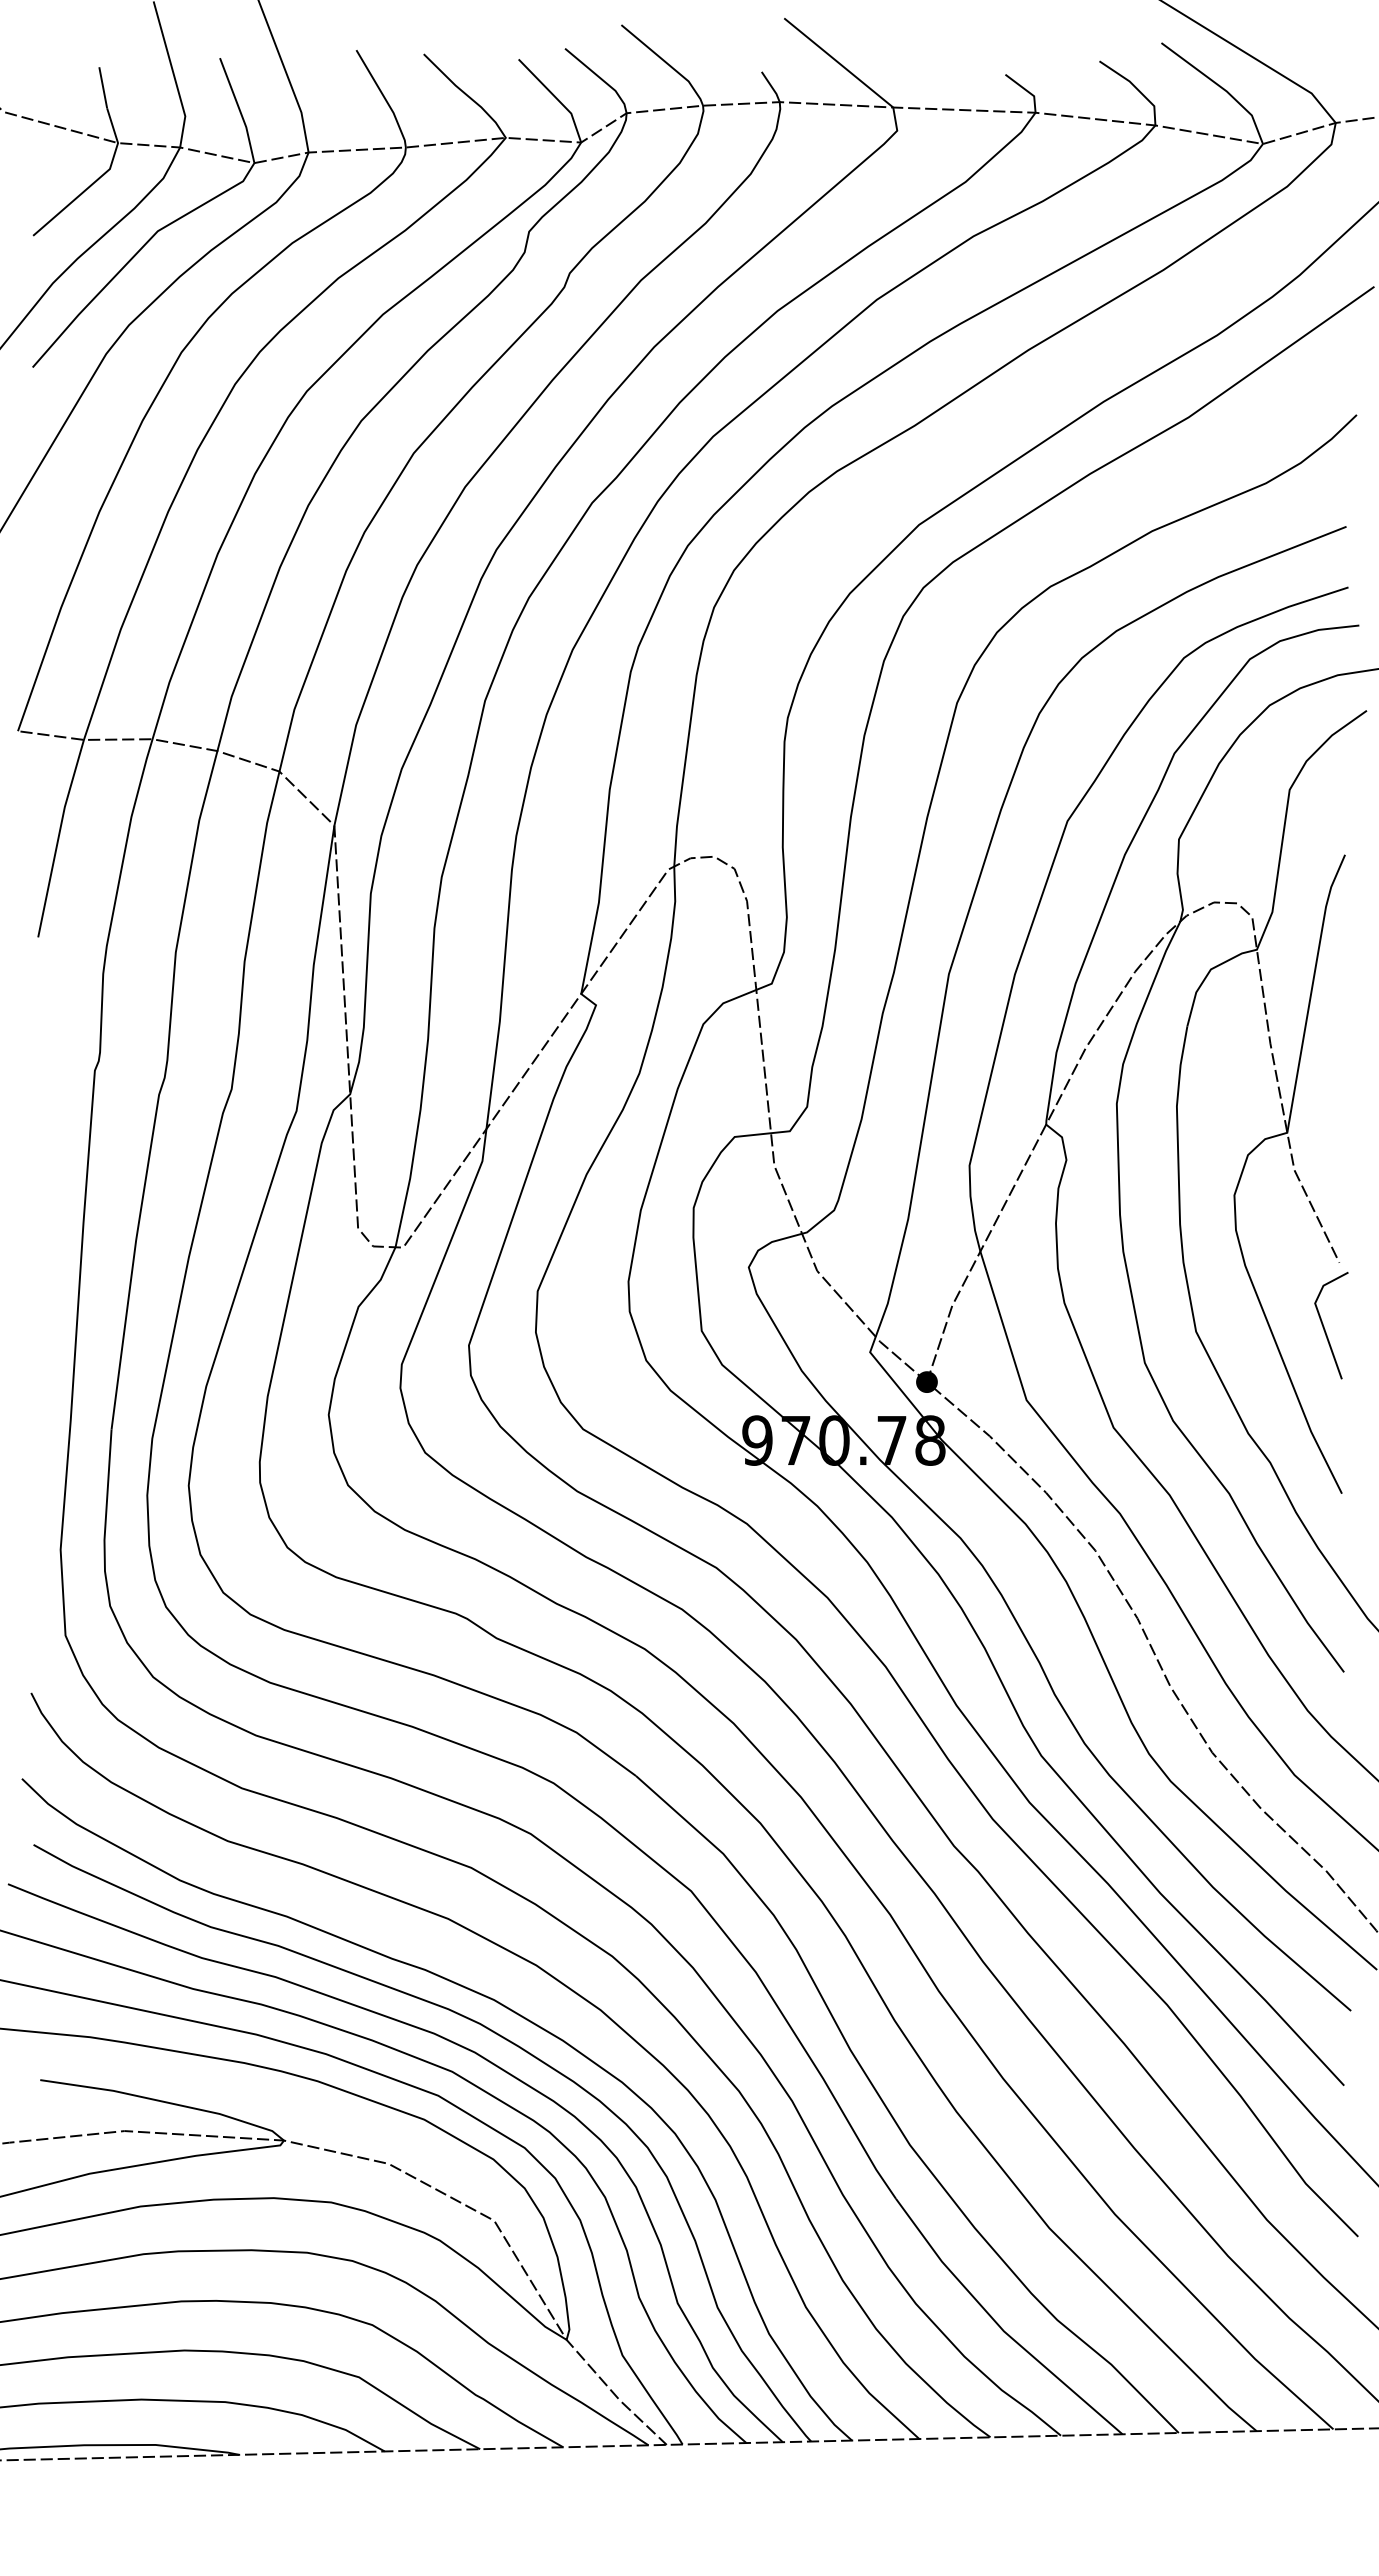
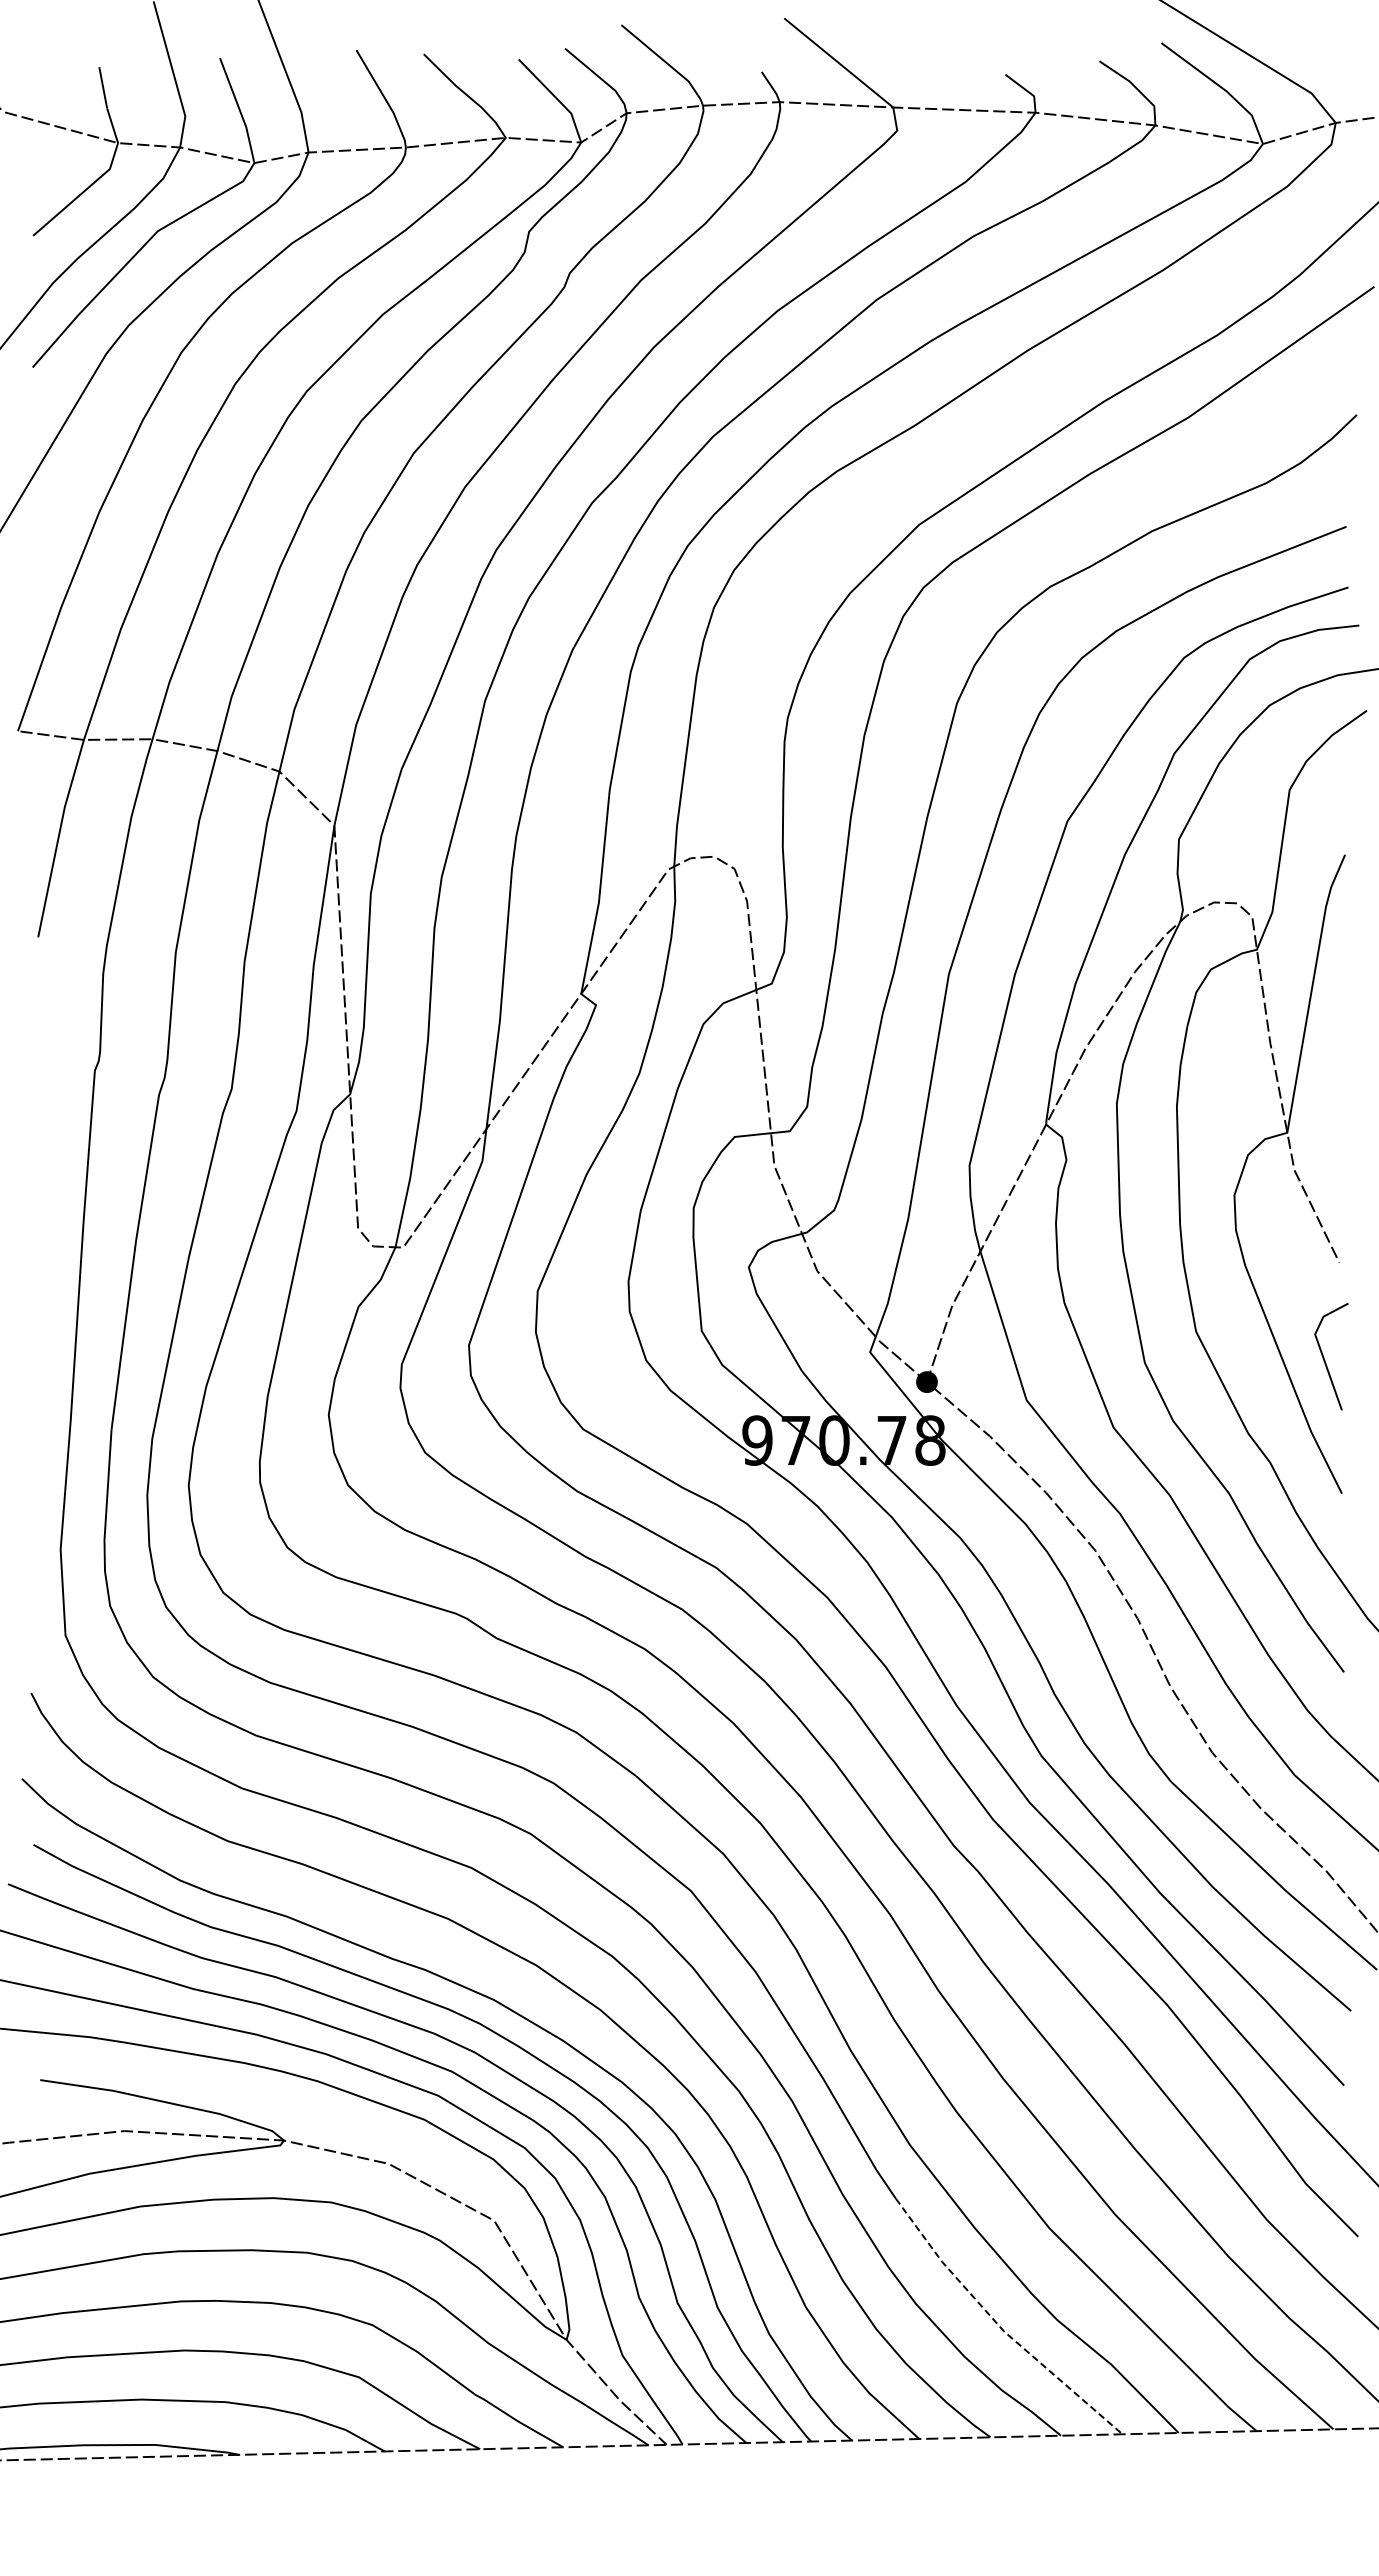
line at (1324, 1326) position: (1324, 1326) -> (1324, 1357)
line at (999, 2326): solid -> dashed
